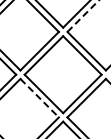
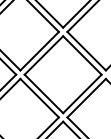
line at (83, 15): dashed -> solid
line at (40, 98): dashed -> solid
